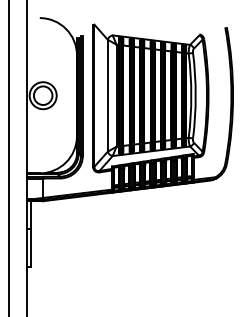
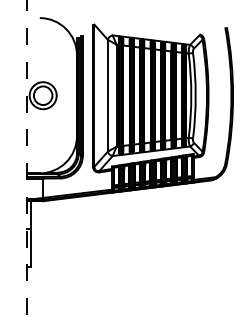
line at (8, 157): present -> none
line at (26, 158): solid -> dashed
